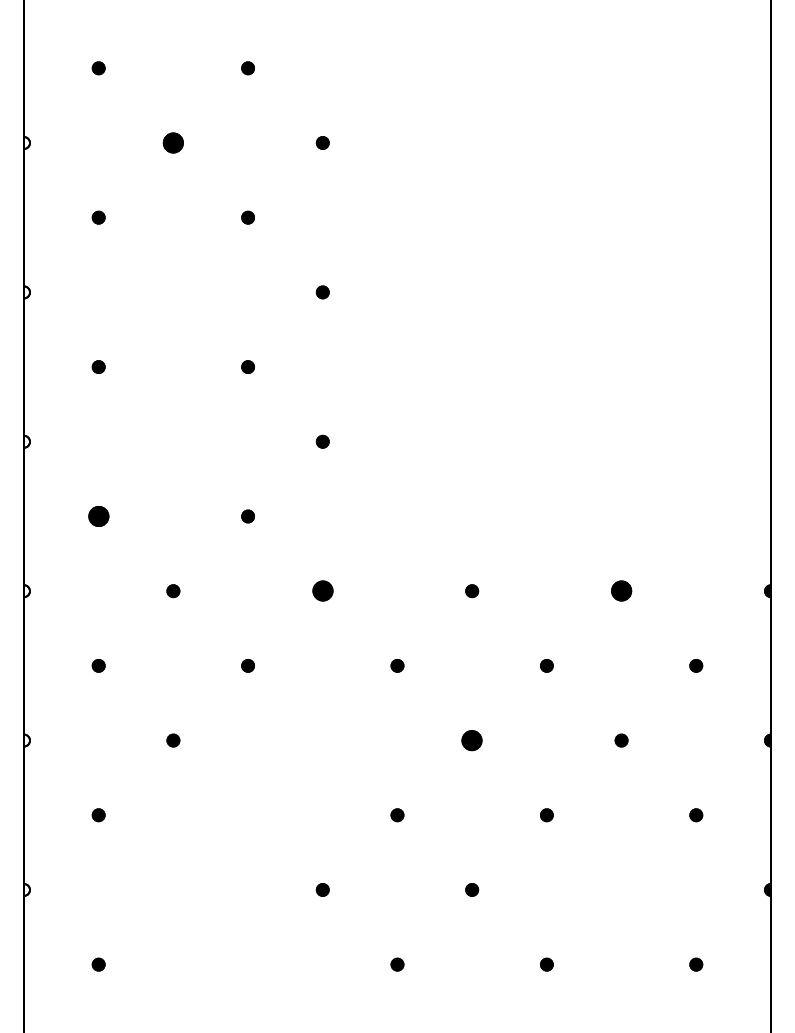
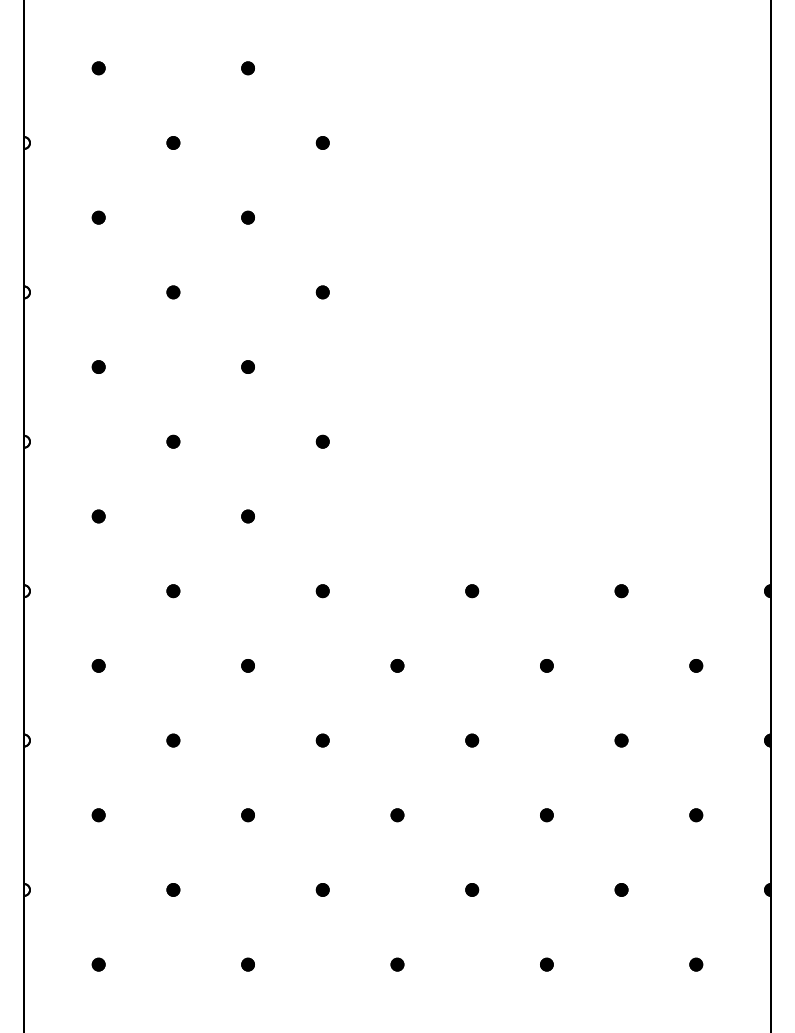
part at (172, 142) size: 22x22 px -> 15x14 px
part at (173, 292): none -> present
part at (173, 441): none -> present
part at (98, 516) size: 22x21 px -> 15x15 px
part at (322, 590) size: 22x22 px -> 15x15 px
part at (621, 590) size: 22x22 px -> 15x15 px
part at (322, 740): none -> present
part at (471, 740) size: 22x22 px -> 15x15 px
part at (247, 815): none -> present
part at (173, 889): none -> present
part at (621, 889): none -> present
part at (247, 964): none -> present
